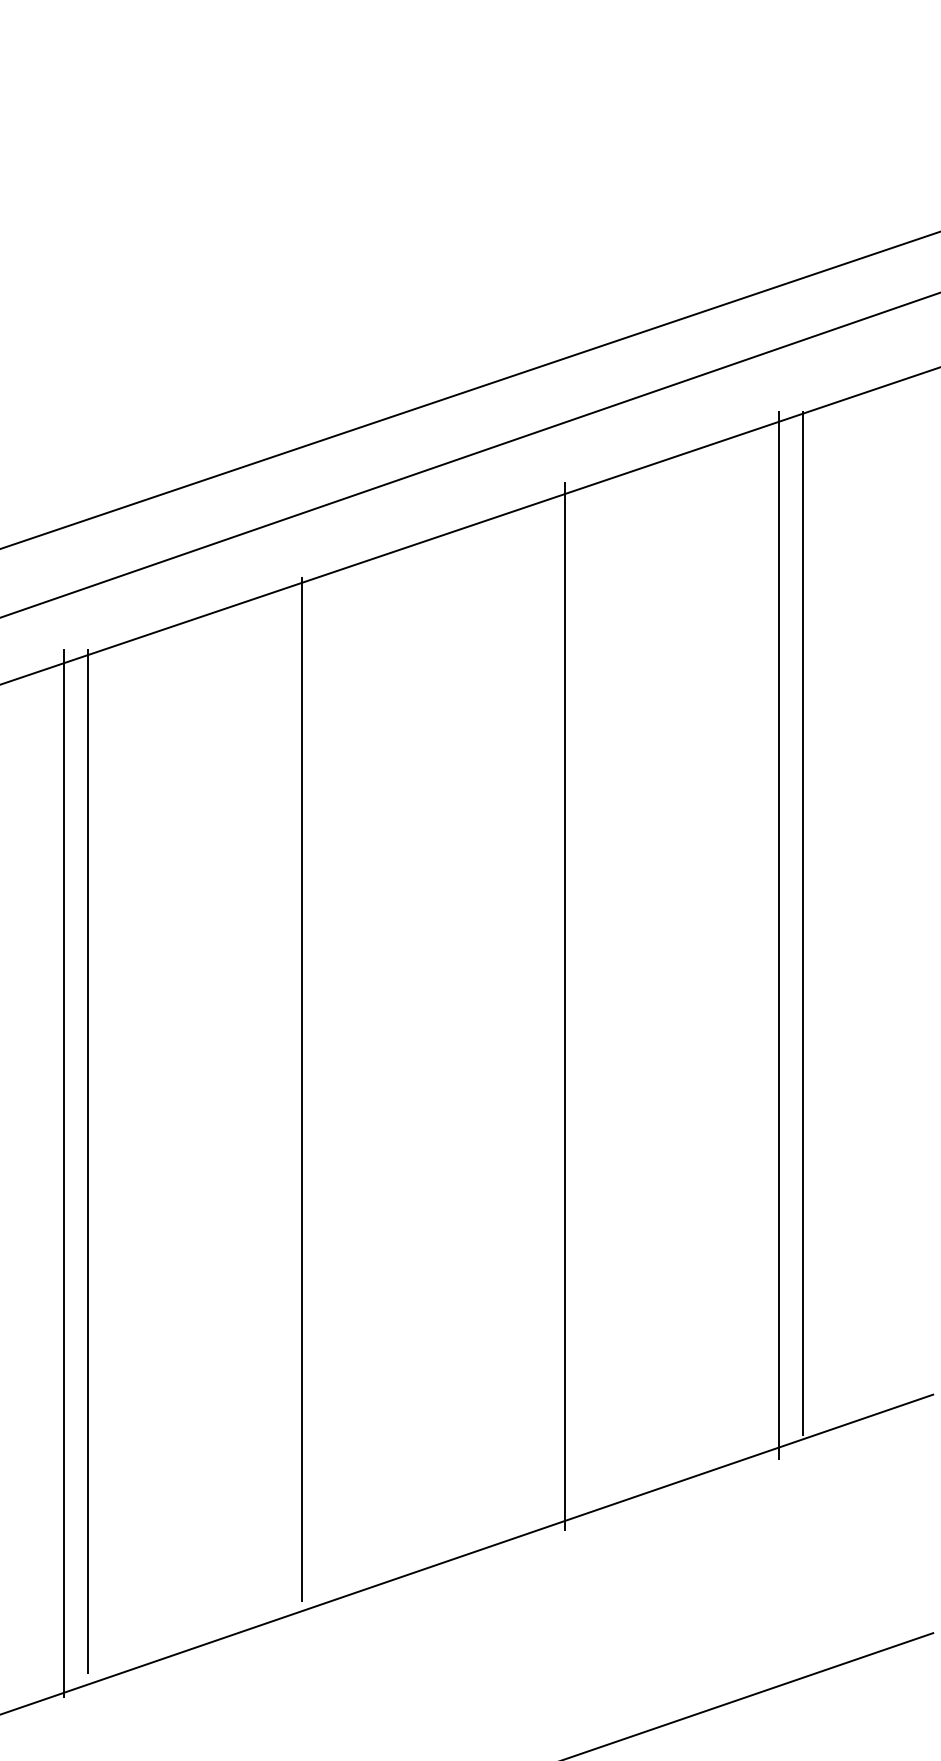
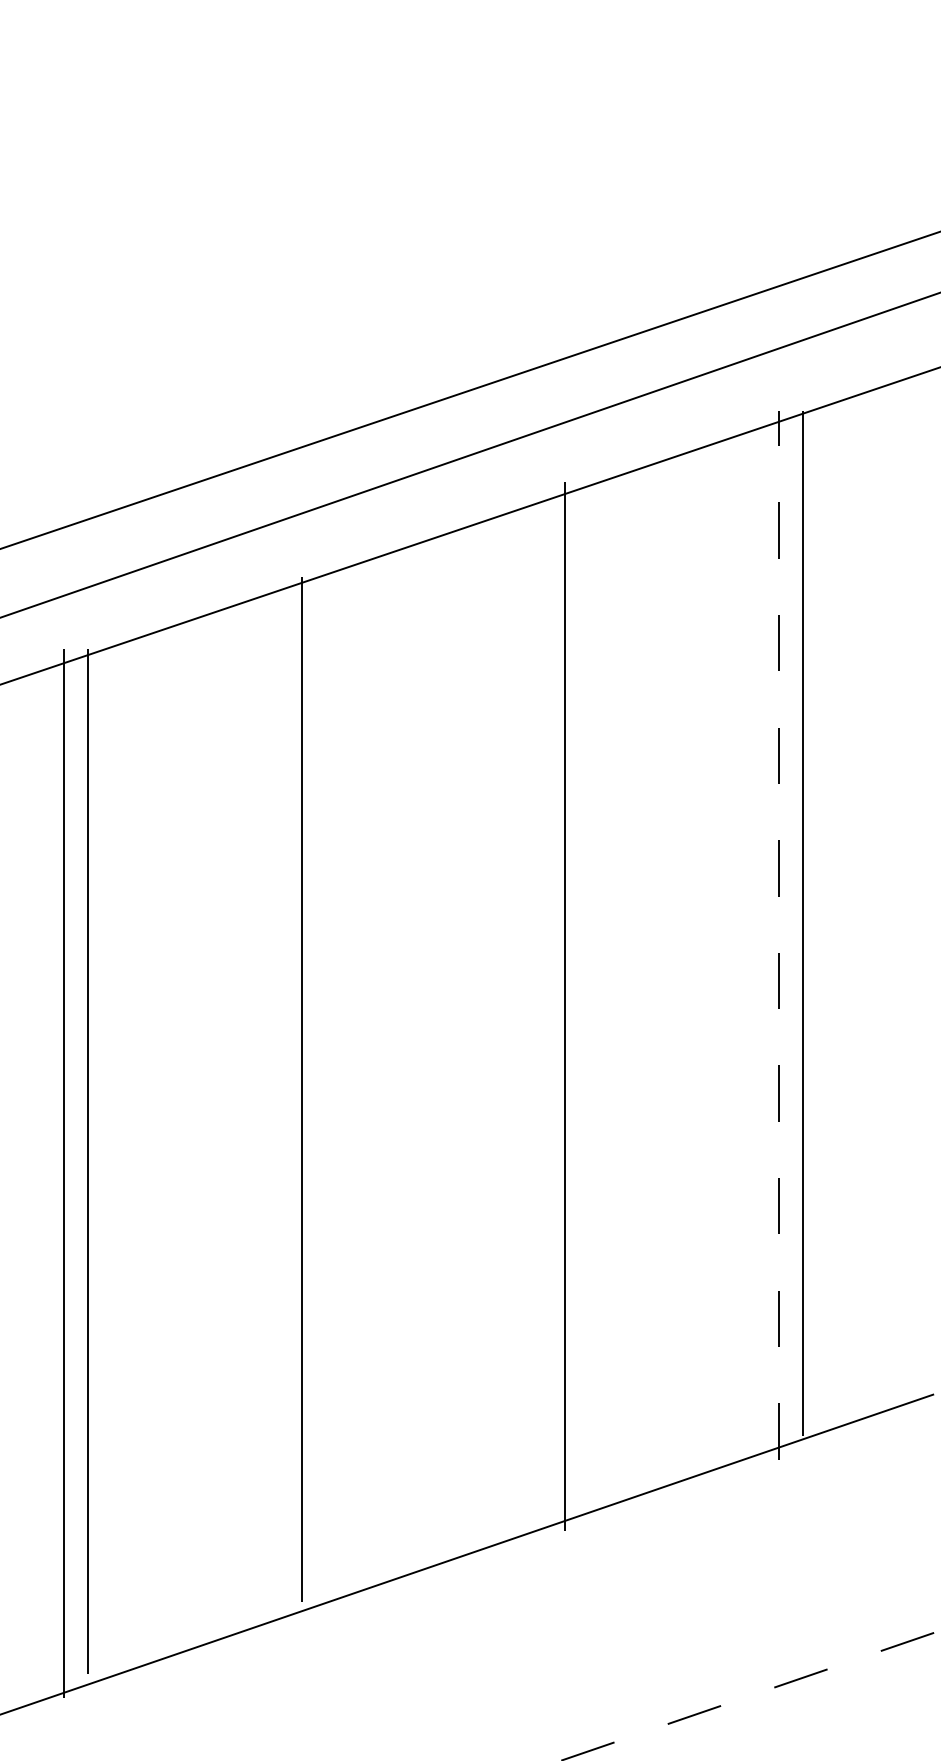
line at (778, 934): solid -> dashed
line at (746, 1697): solid -> dashed
